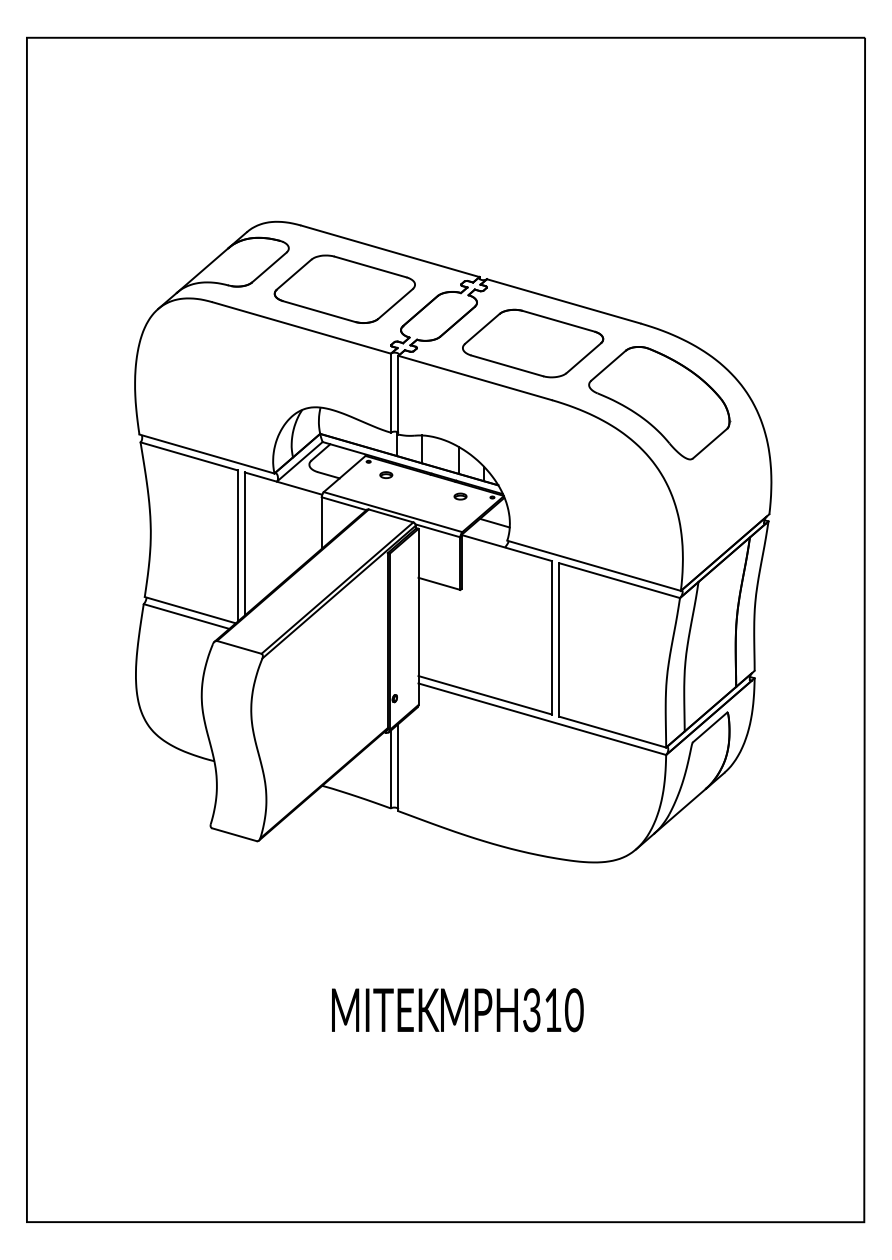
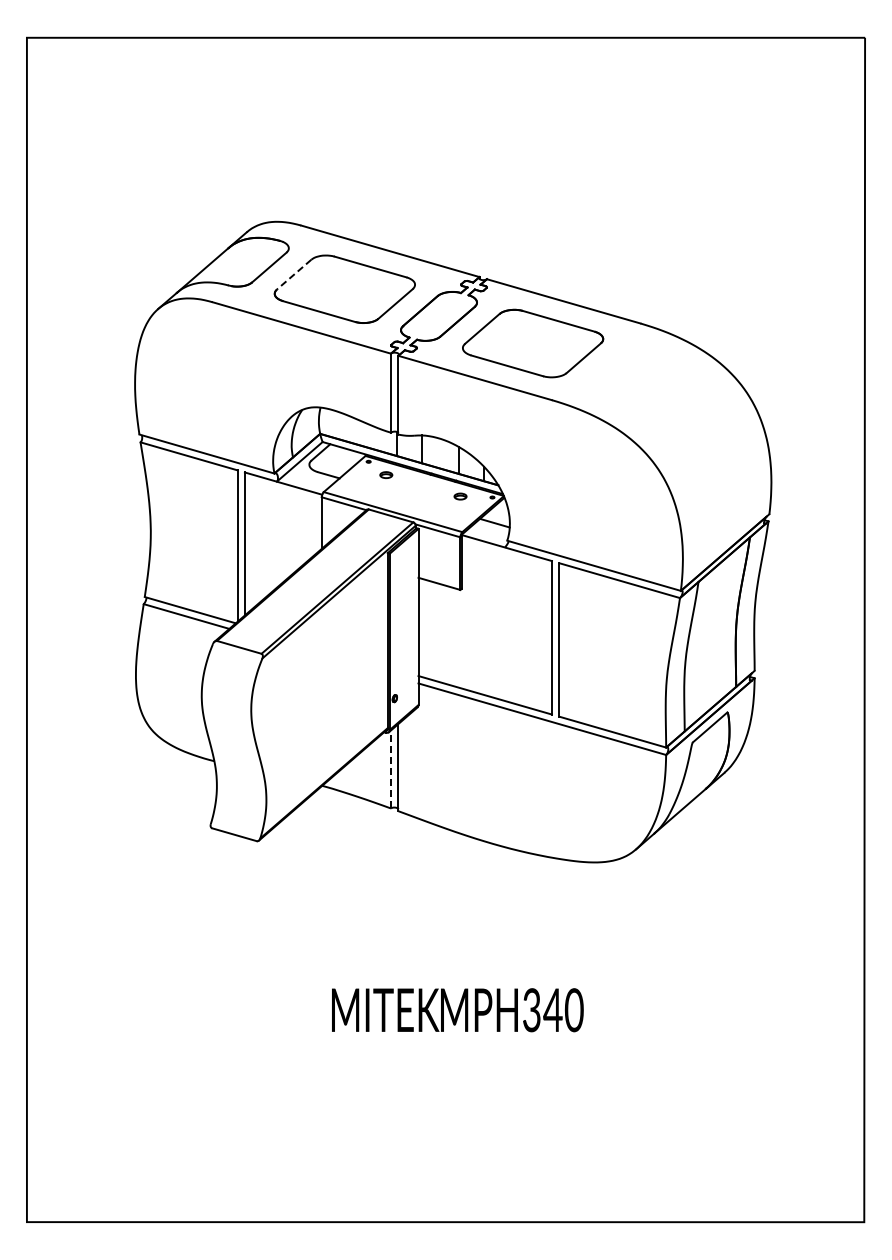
line at (294, 274): solid -> dashed
part at (659, 403): present -> none
line at (390, 768): solid -> dashed
text at (552, 1009): MPH310 -> MPH340
